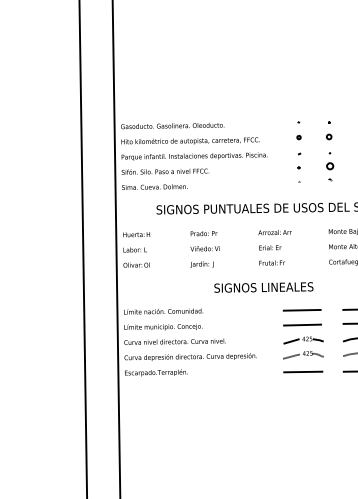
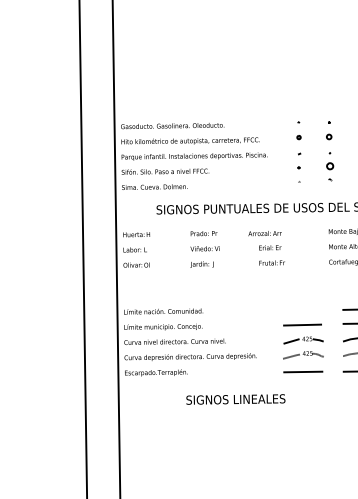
text at (274, 232) position: (274, 232) -> (264, 233)
text at (263, 287) position: (263, 287) -> (235, 399)
line at (301, 310): present -> none
